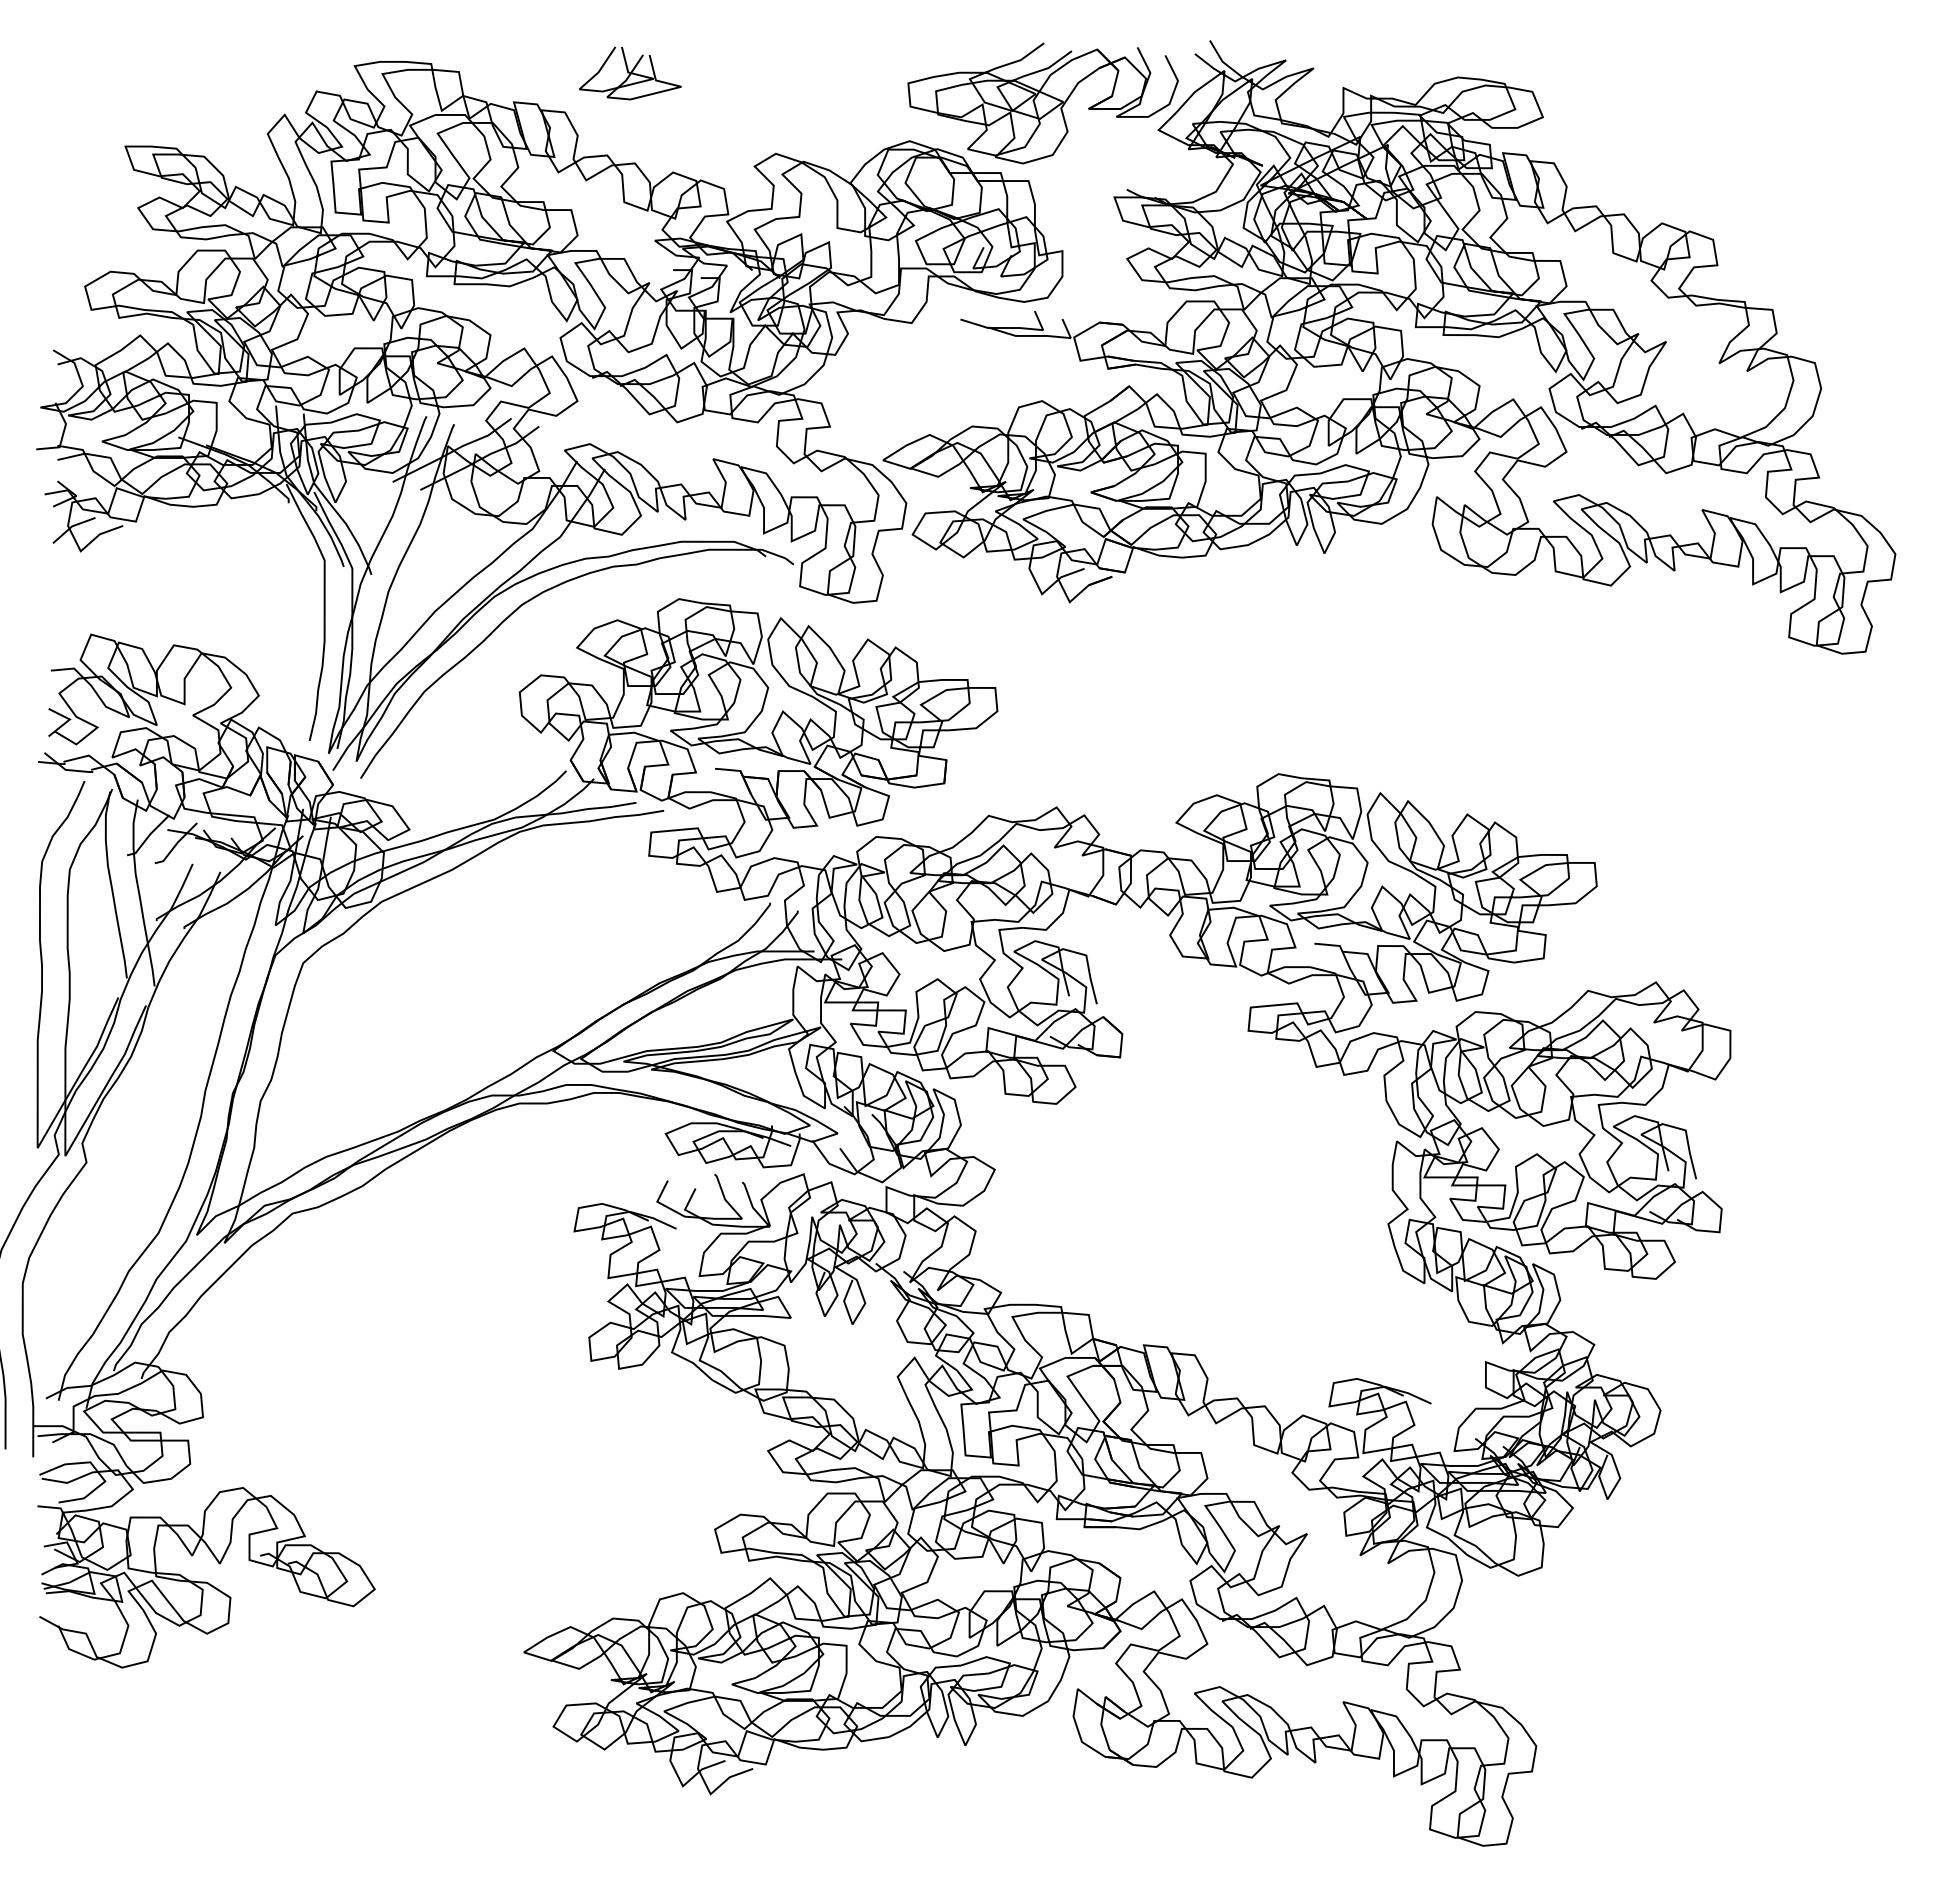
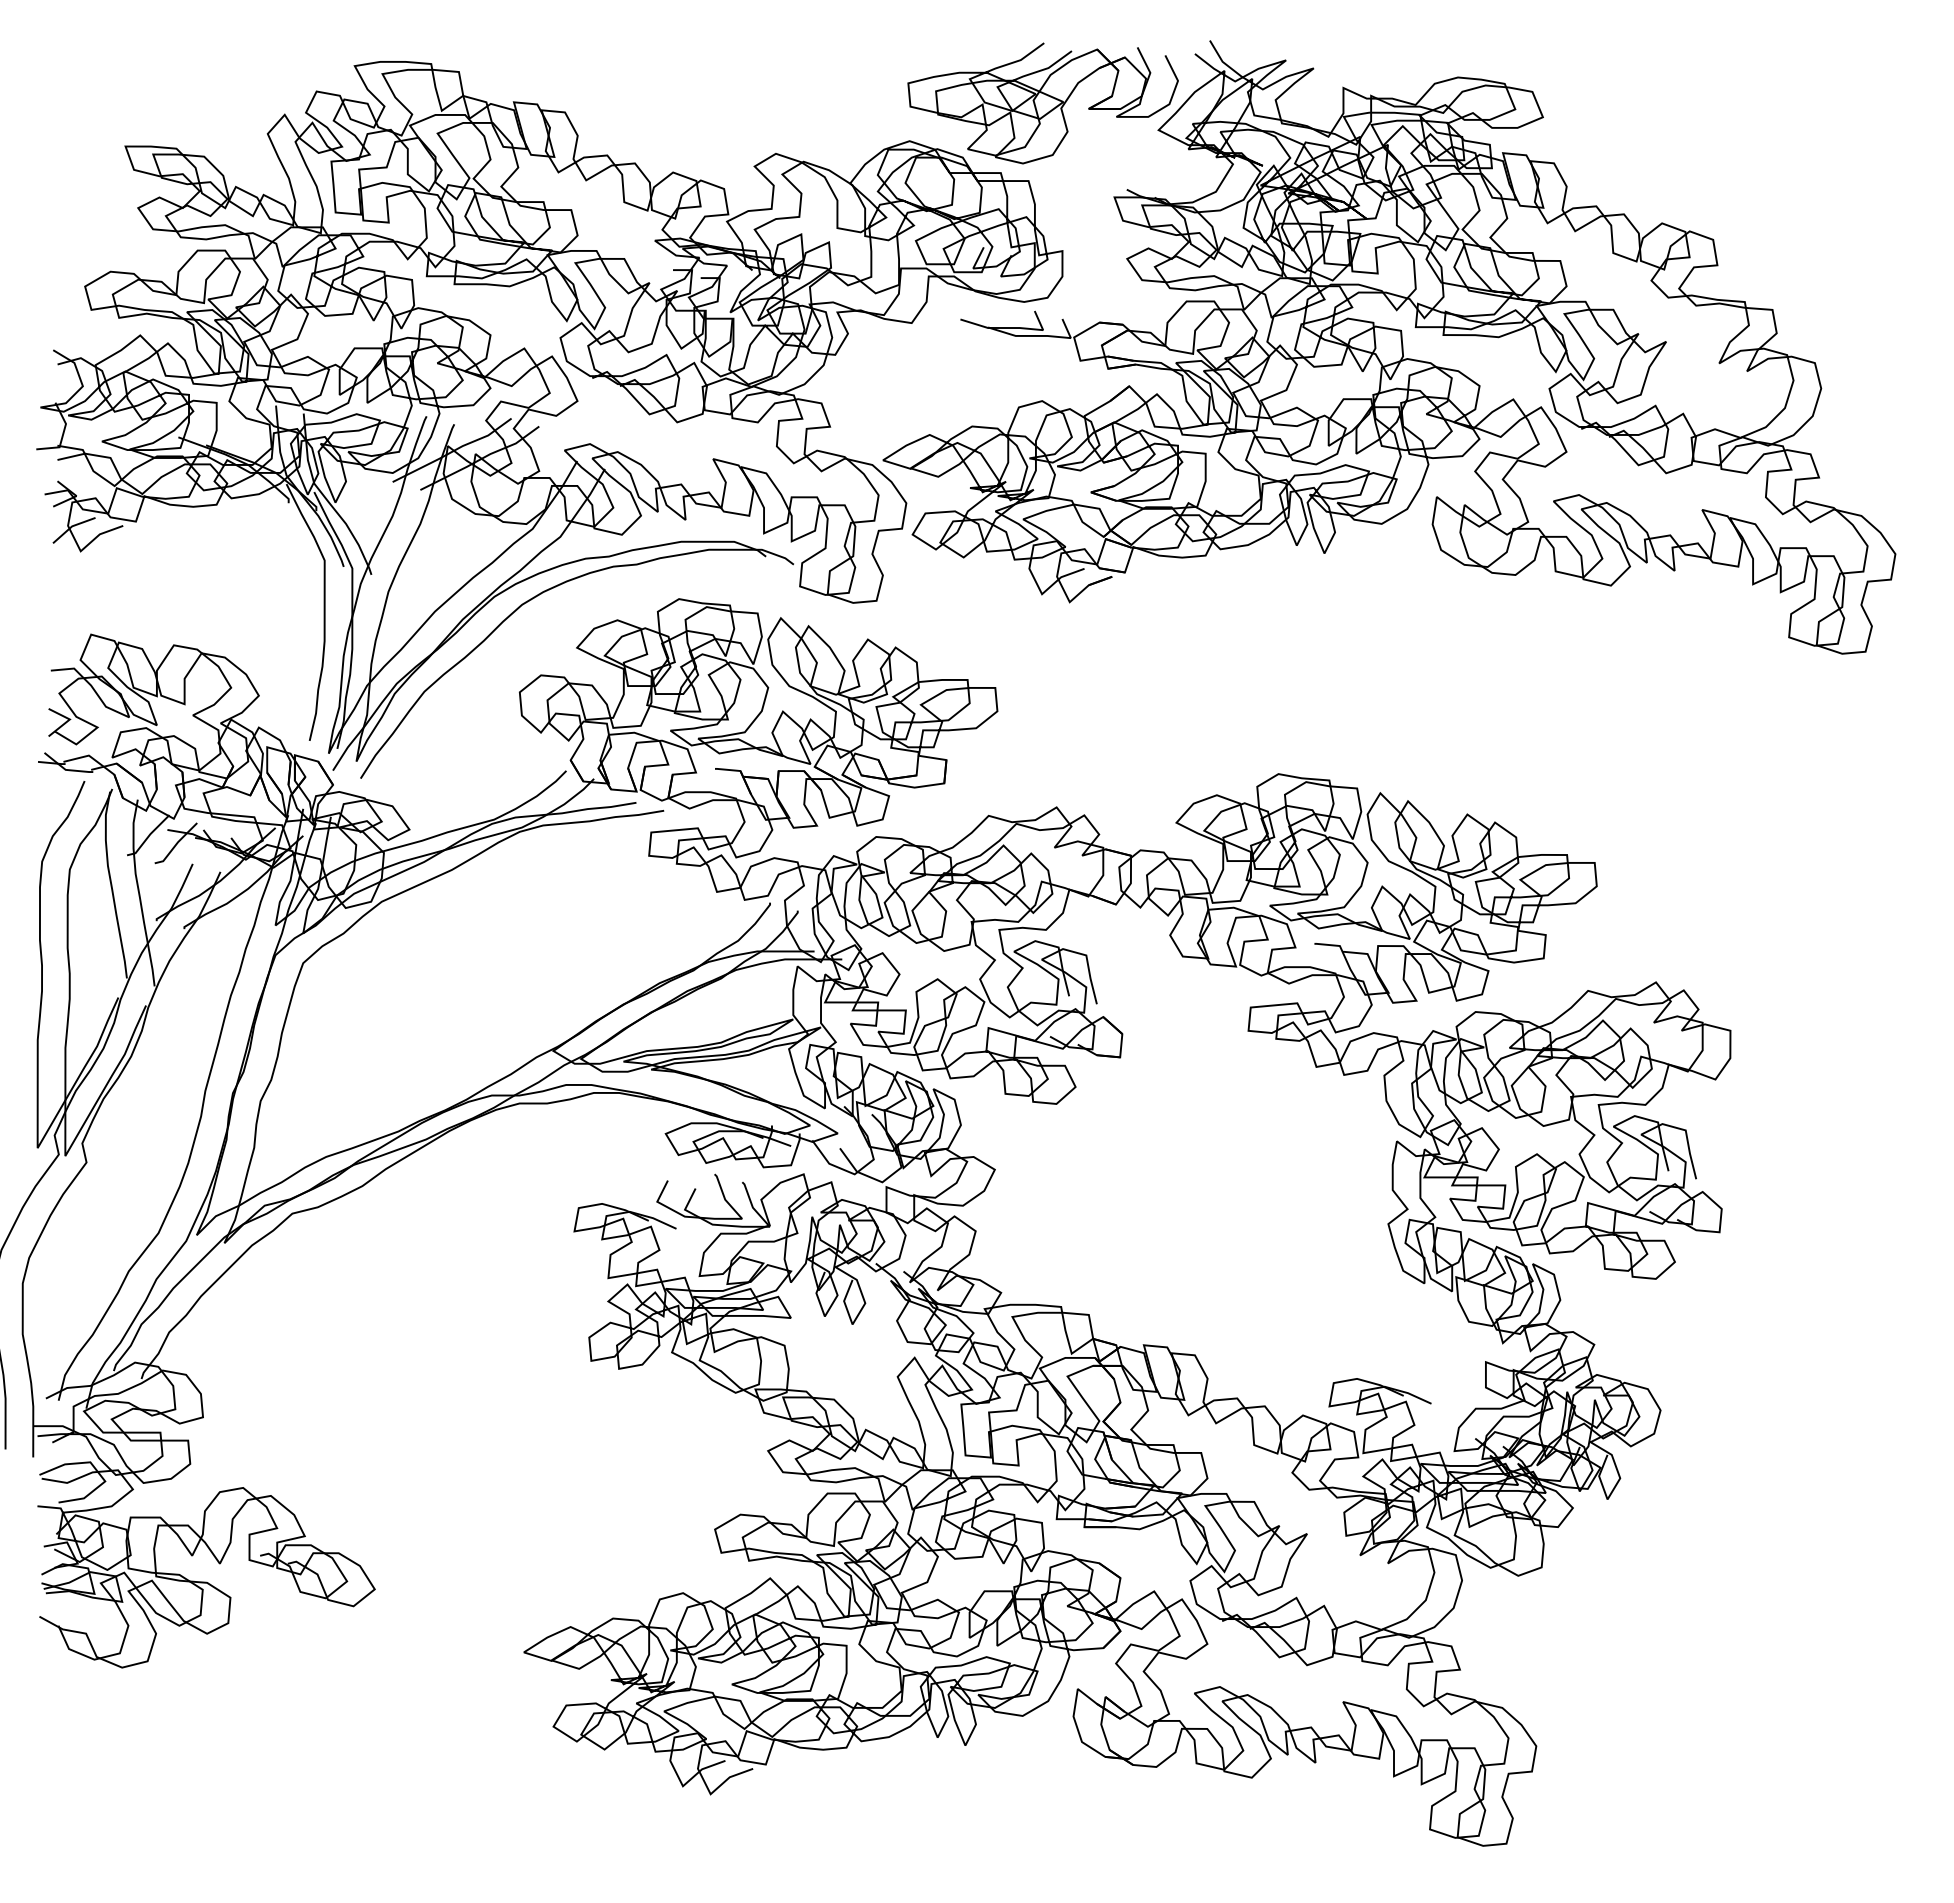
part at (630, 73): present -> none
